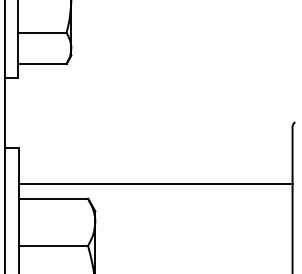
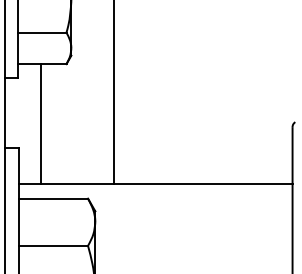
line at (113, 93): none -> present
line at (40, 124): none -> present
